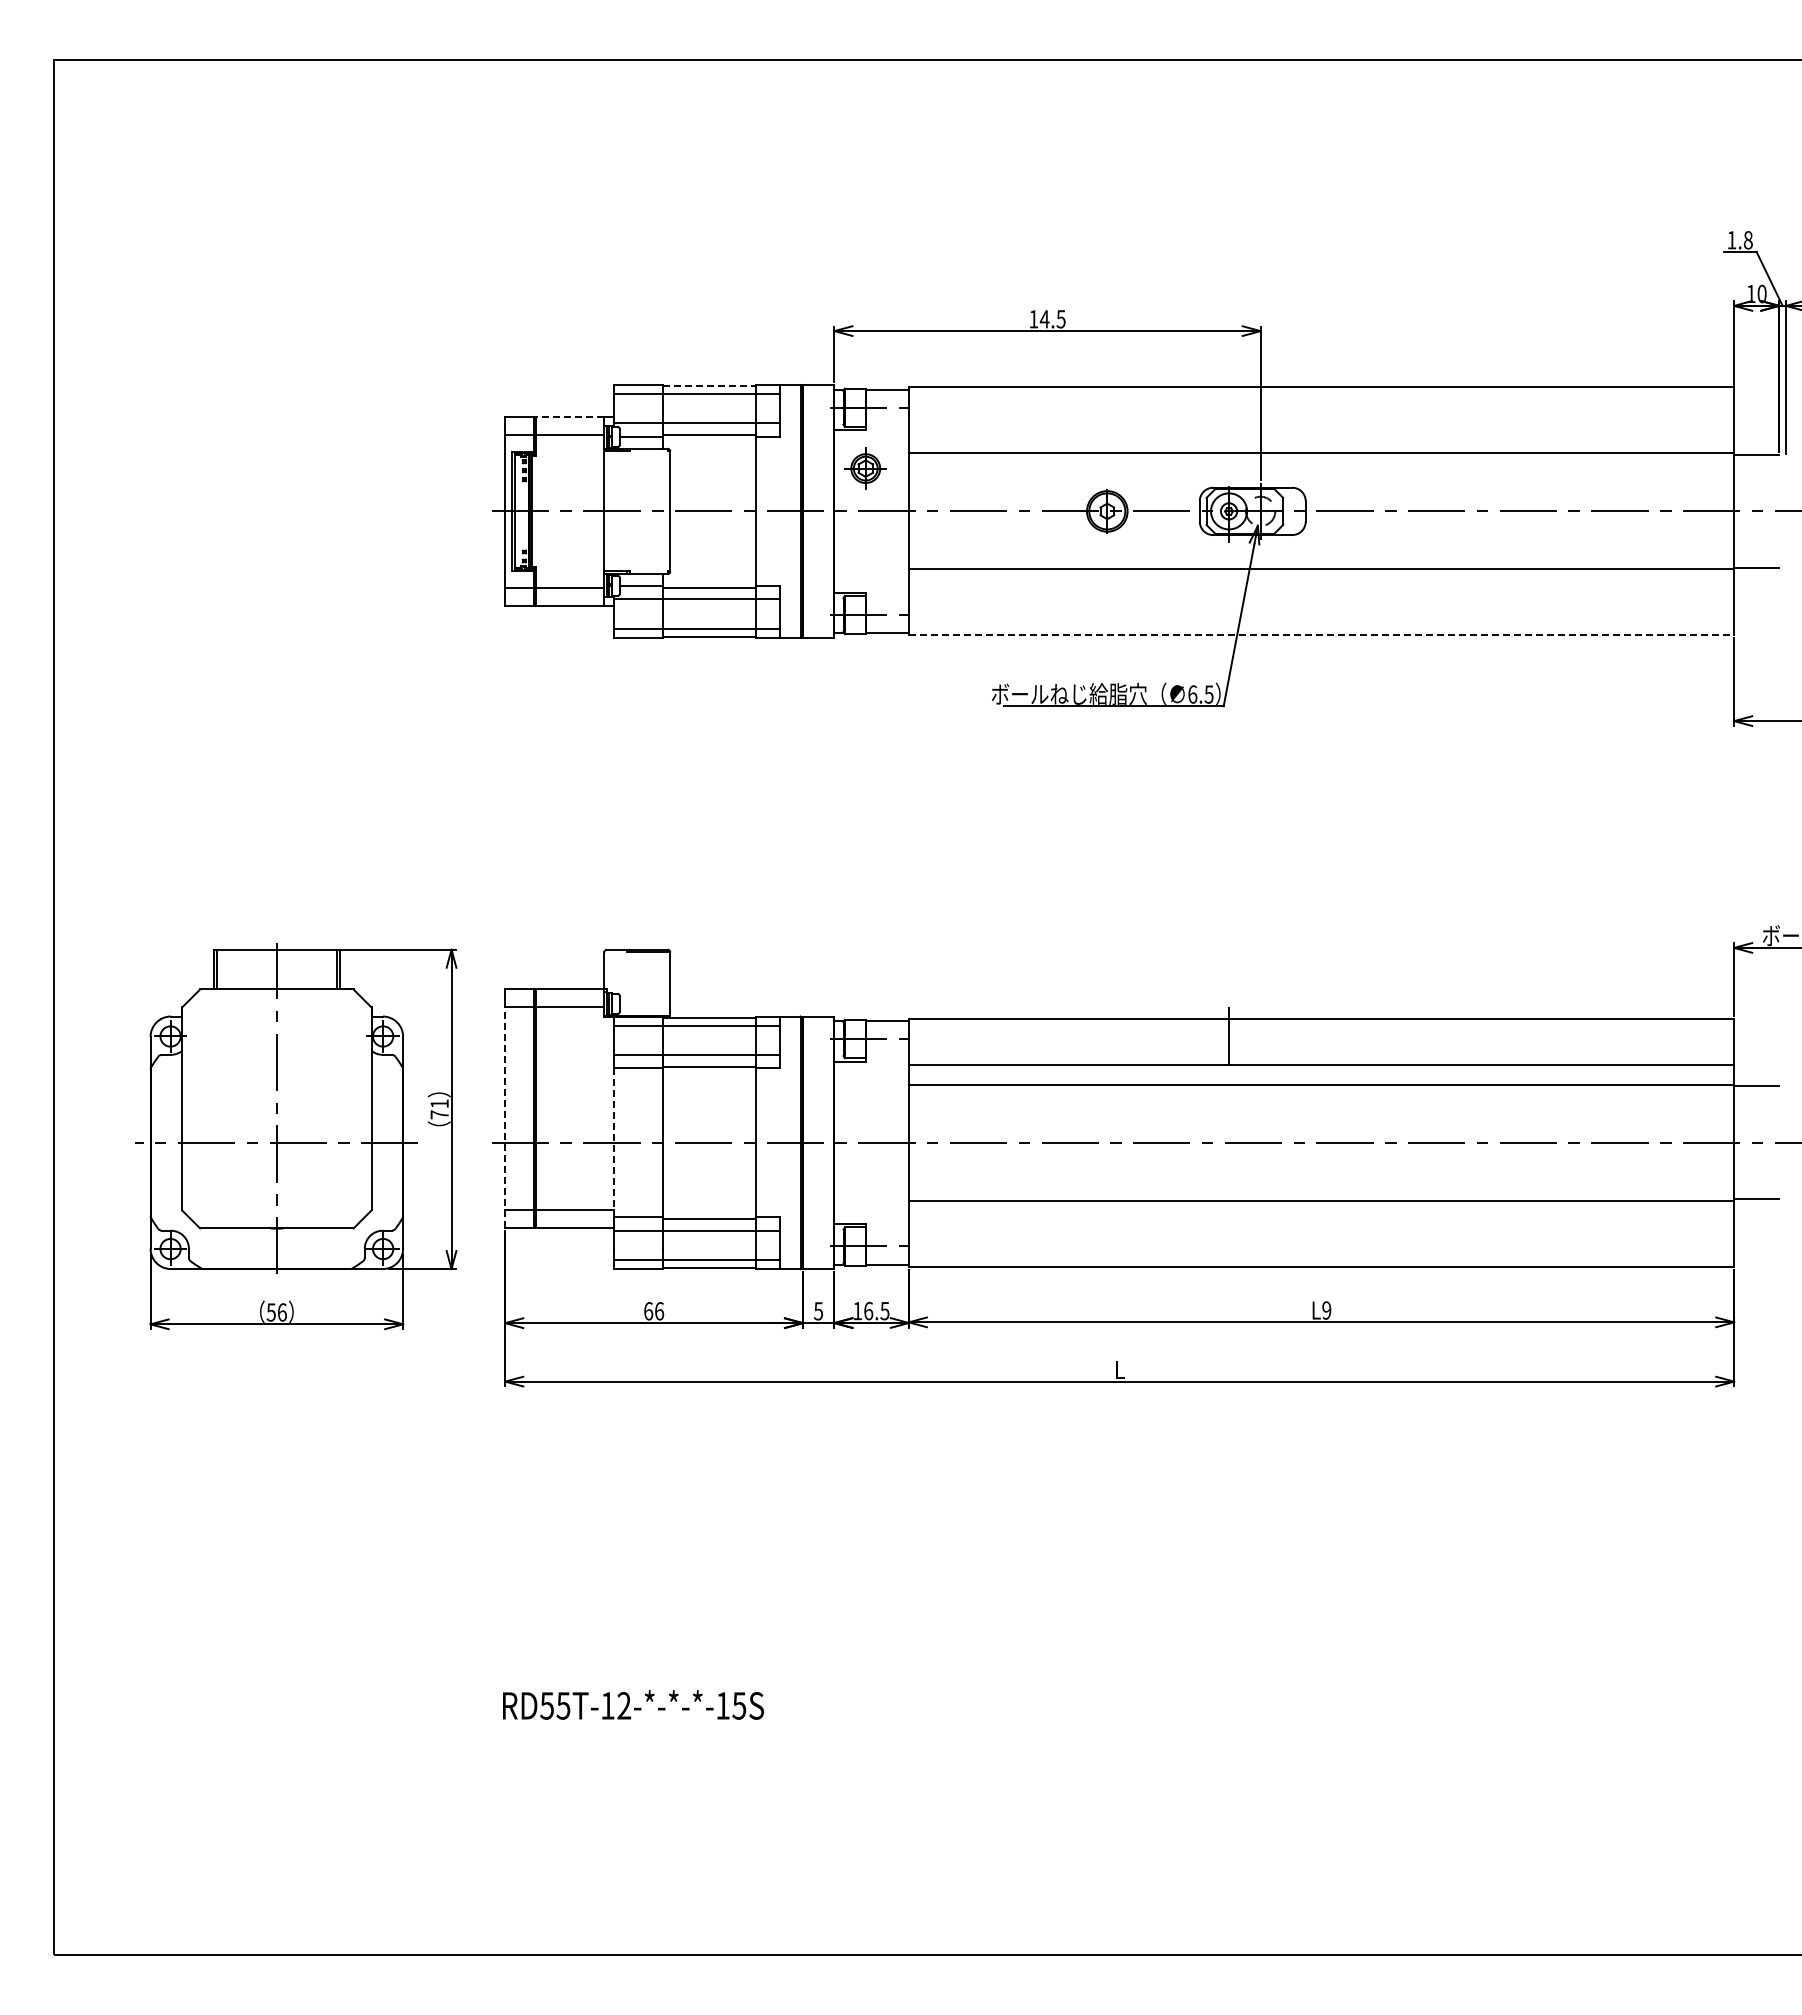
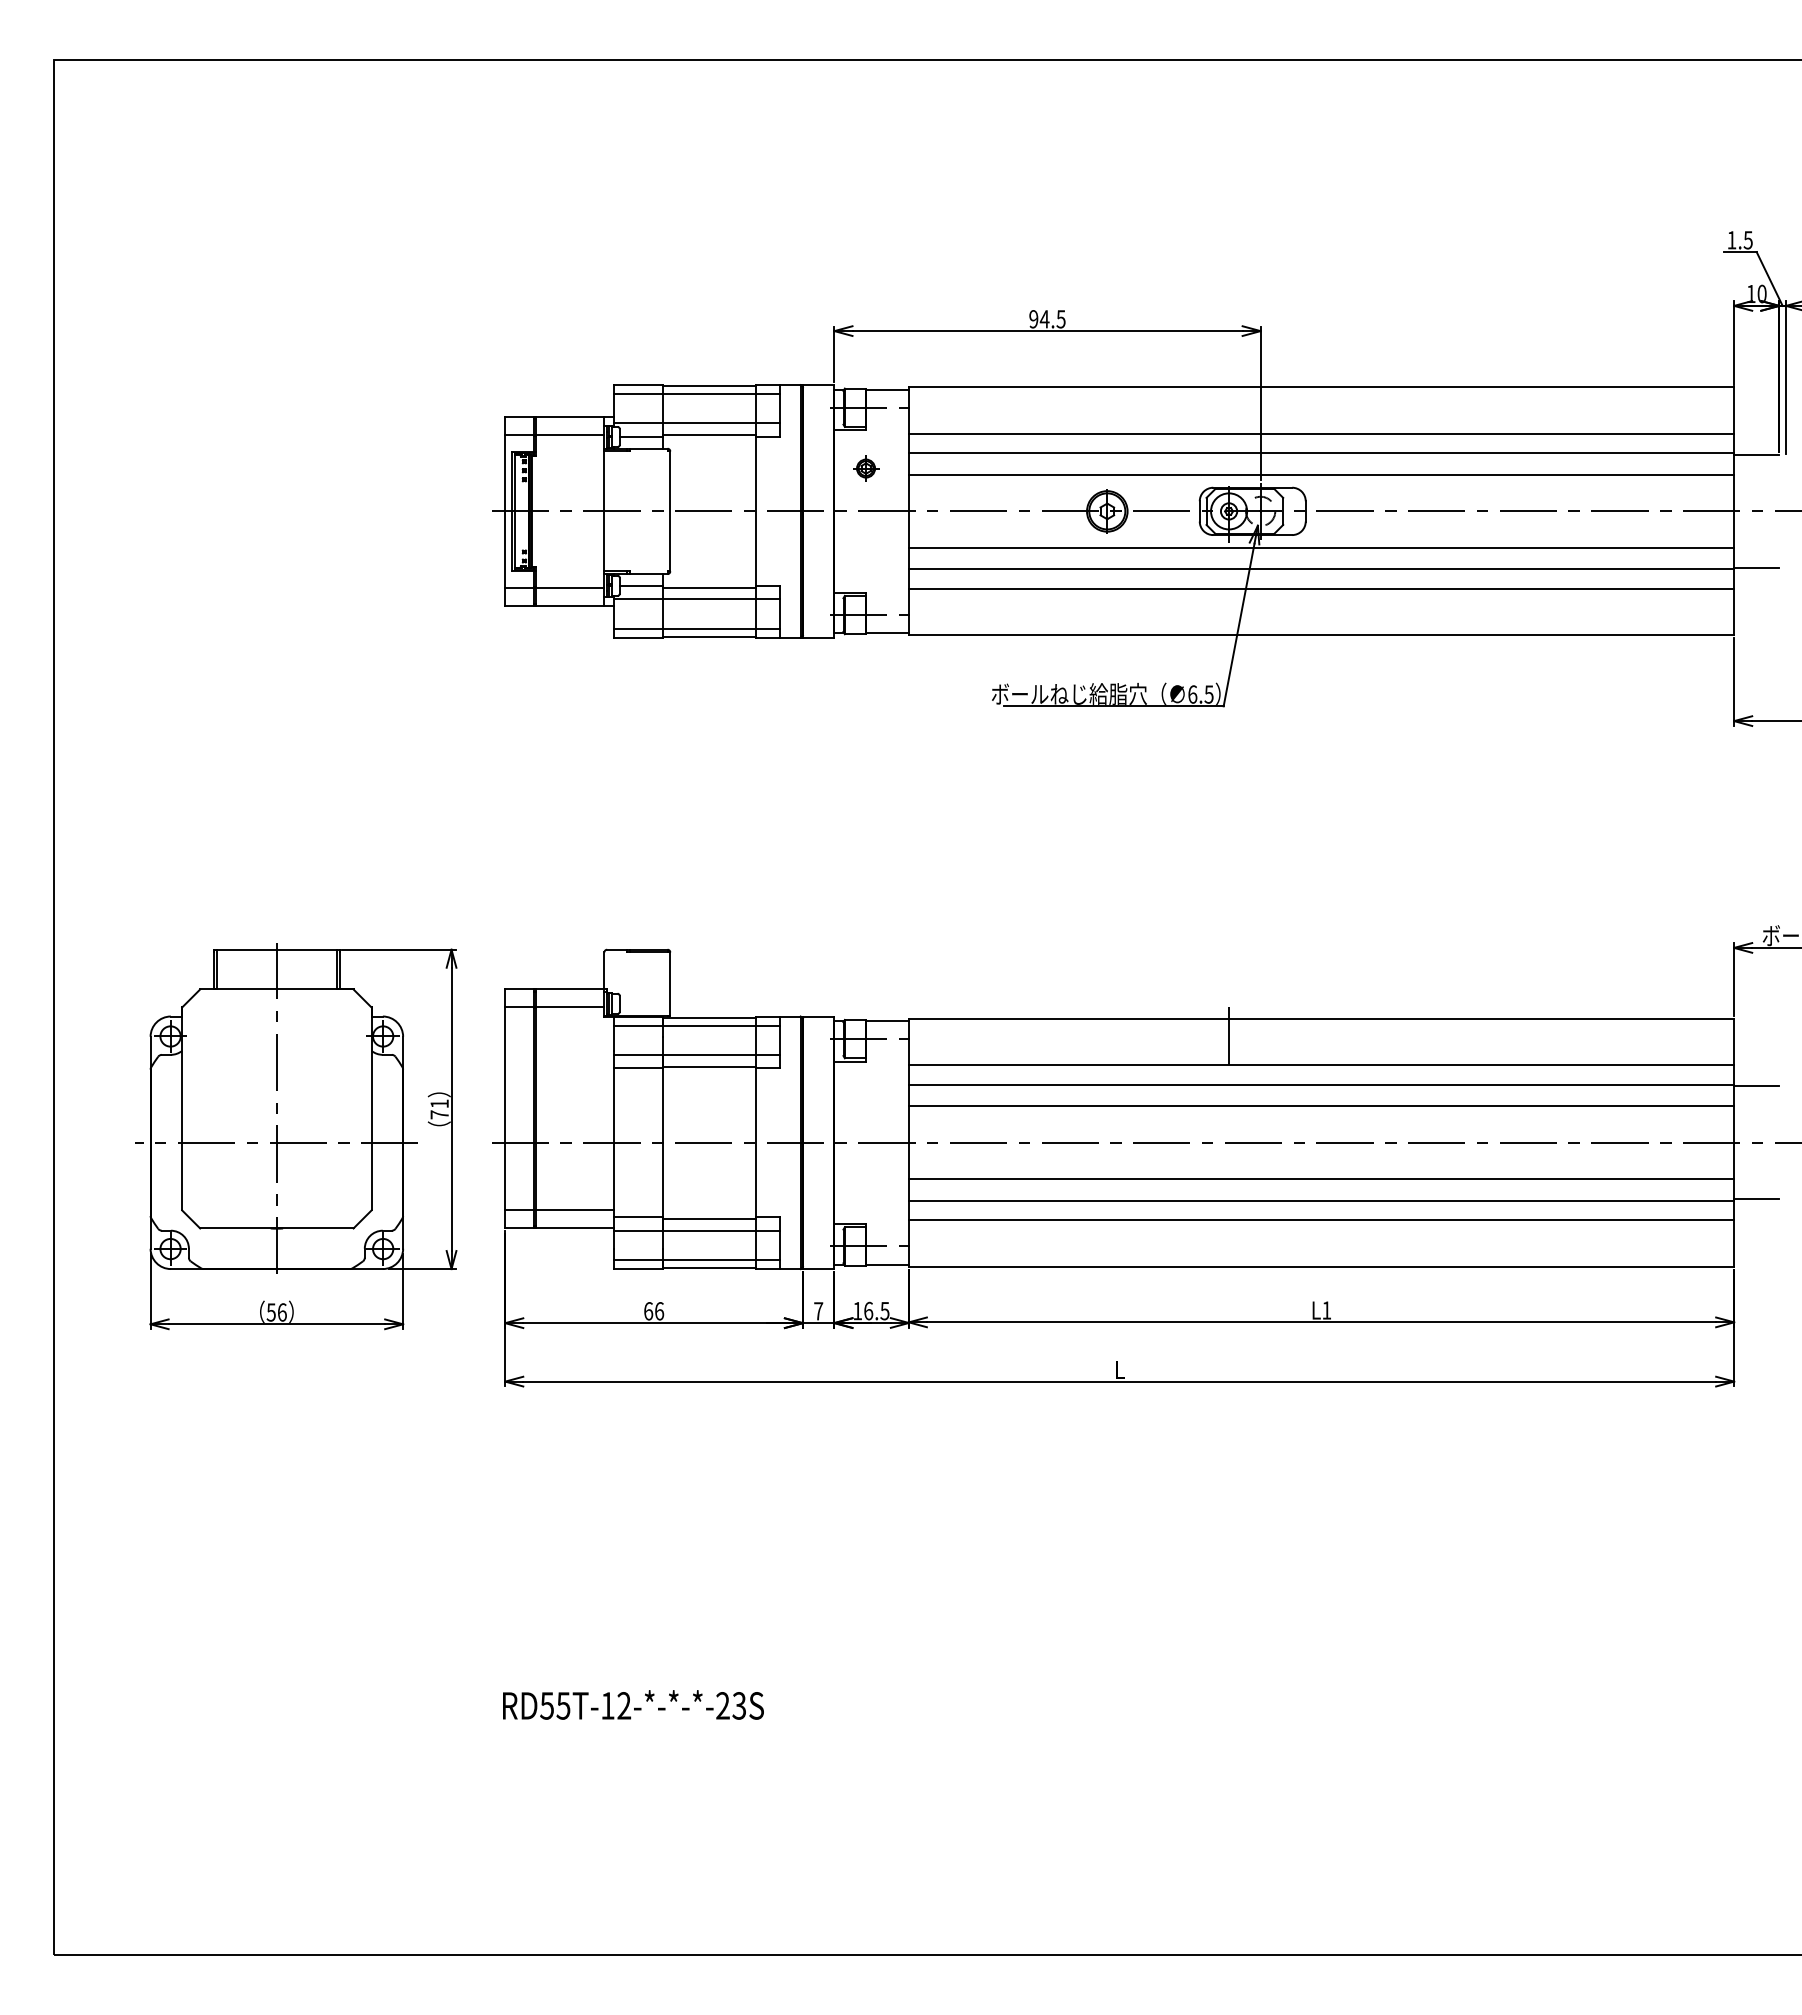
text at (1747, 240): 1.8 -> 1.5
text at (1033, 319): 14.5 -> 94.5
line at (709, 386): dashed -> solid
line at (569, 416): dashed -> solid
line at (1321, 434): none -> present
part at (865, 468) size: 43x43 px -> 27x27 px
line at (1321, 474): none -> present
line at (1321, 547): none -> present
line at (1321, 588): none -> present
line at (1321, 635): dashed -> solid
line at (1321, 1106): none -> present
line at (505, 1117): dashed -> solid
line at (613, 1143): dashed -> solid
line at (1321, 1179): none -> present
line at (1321, 1220): none -> present
text at (1326, 1310): L9 -> L1
text at (818, 1311): 5 -> 7
text at (731, 1705): RD55T-12-*-*-*-15S -> RD55T-12-*-*-*-23S
